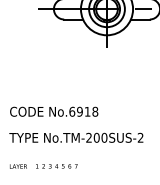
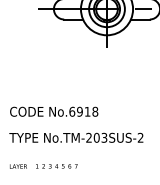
text at (104, 137): No.TM-200SUS-2 -> No.TM-203SUS-2
